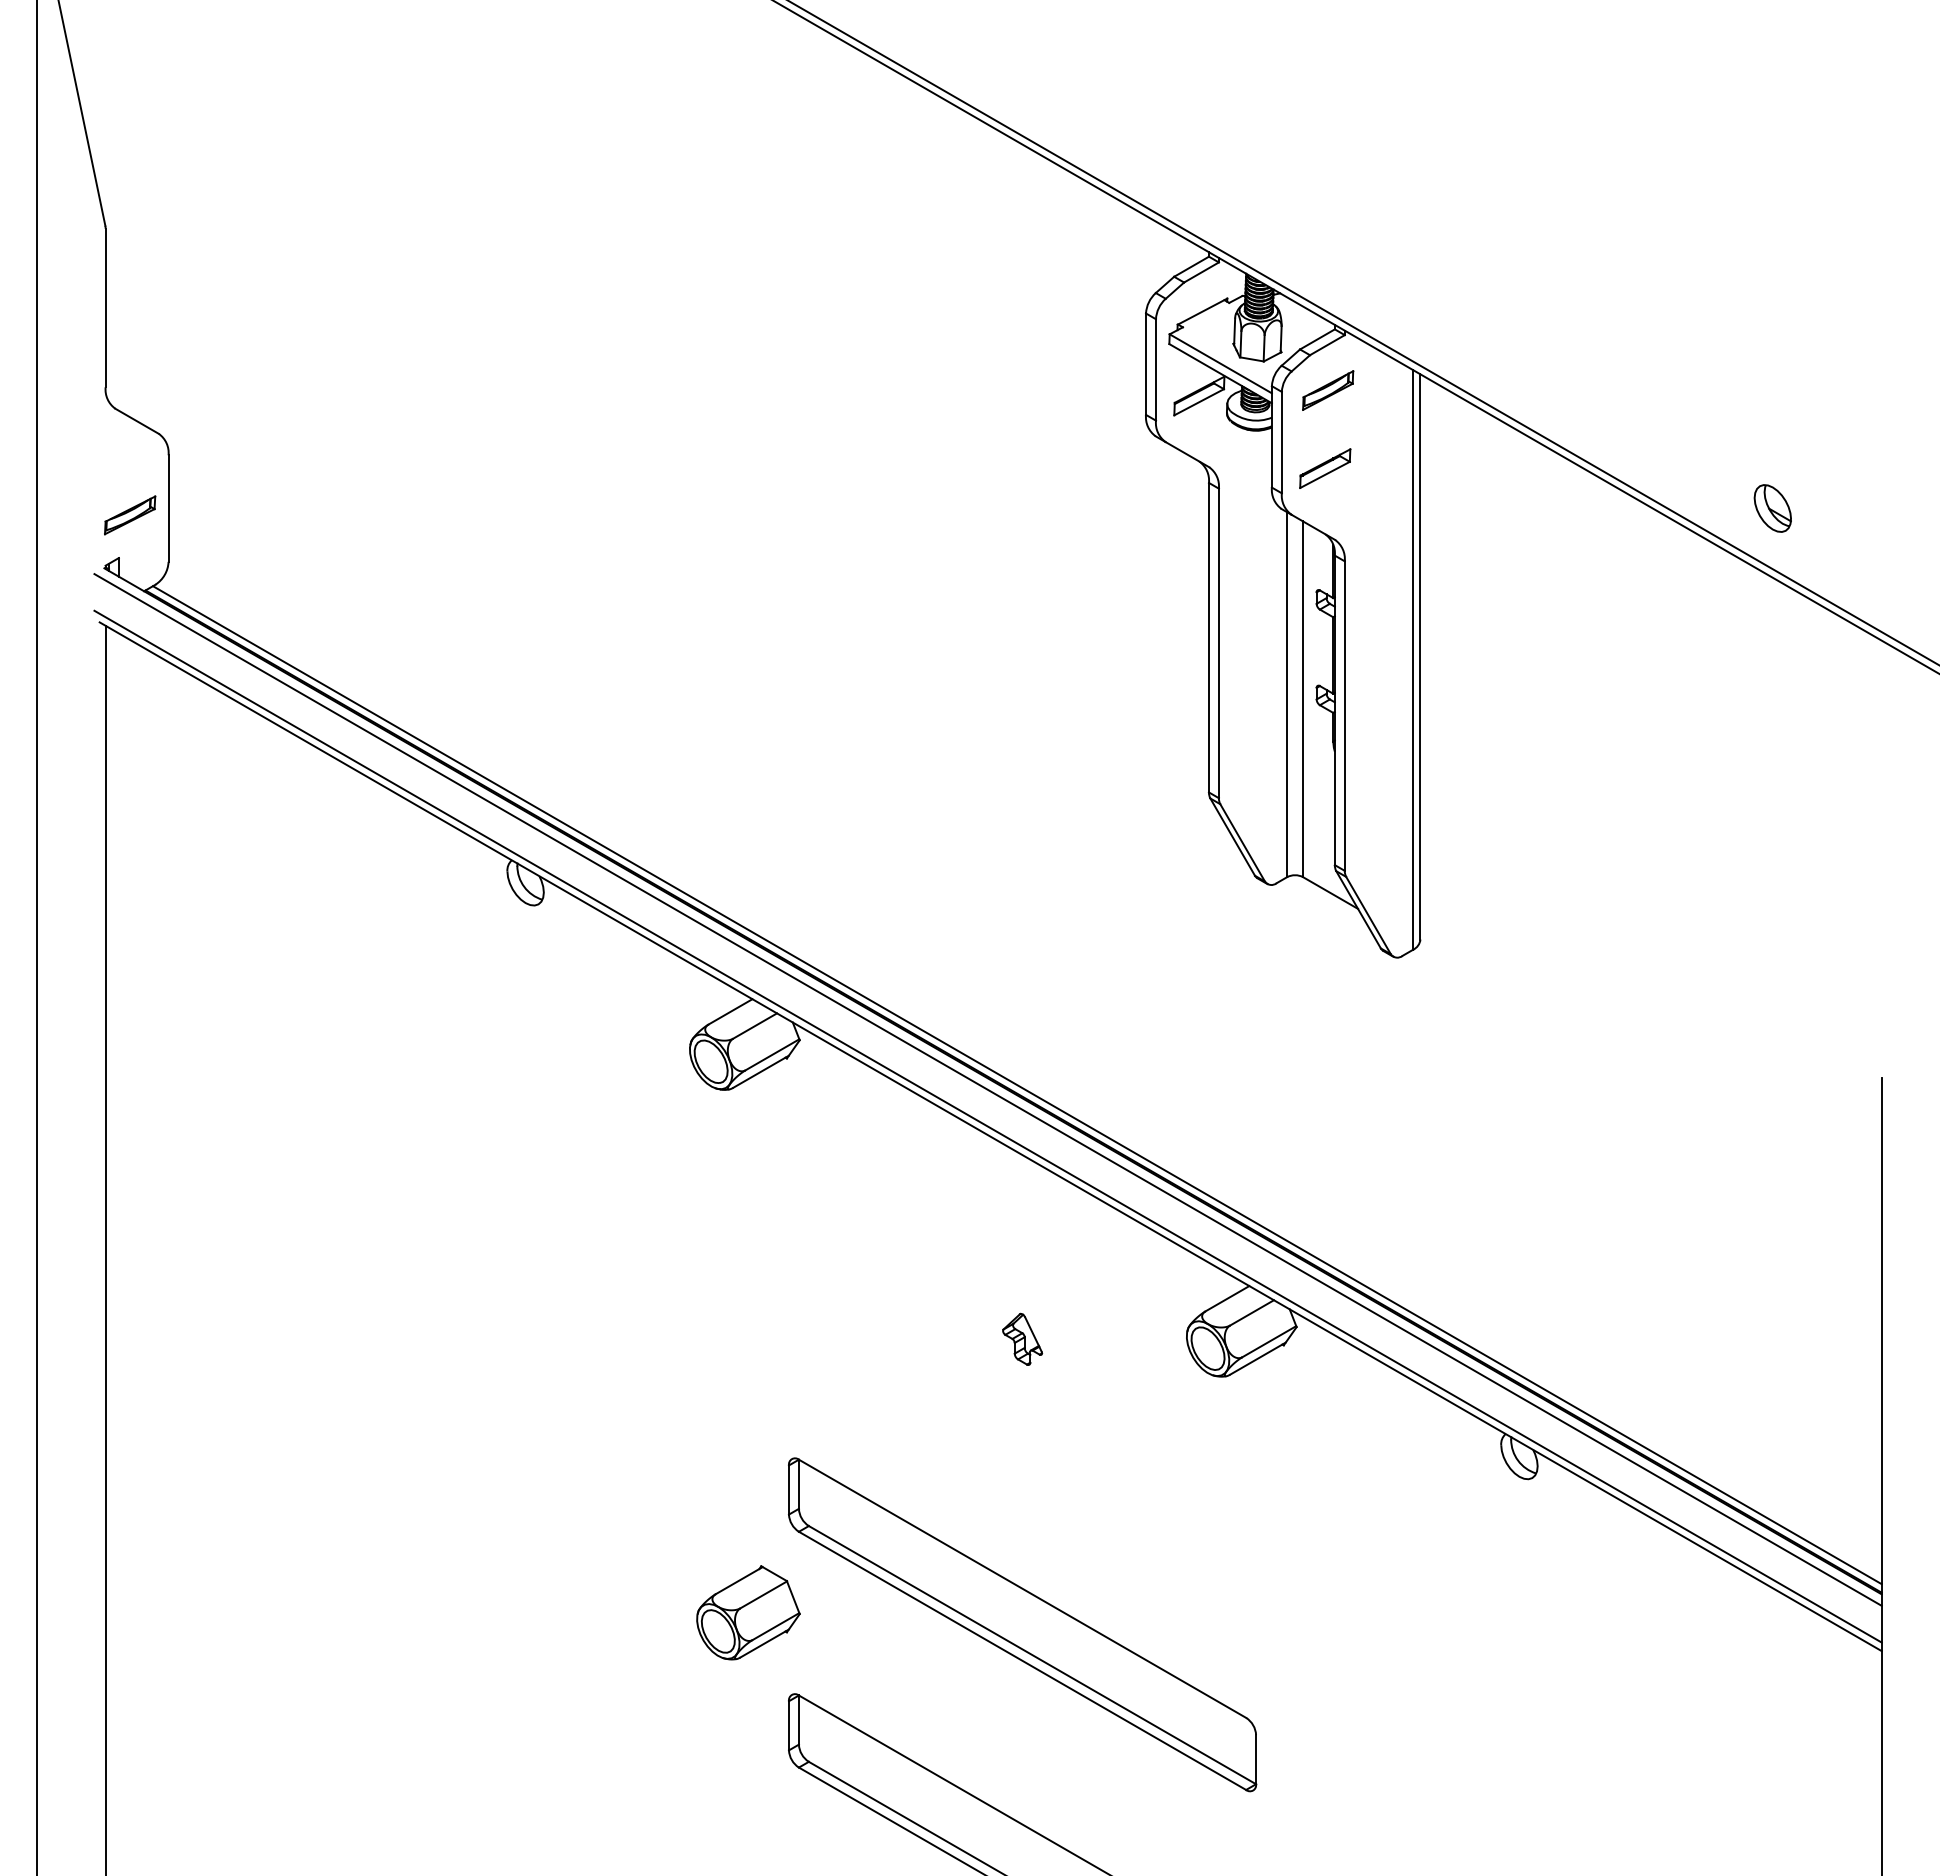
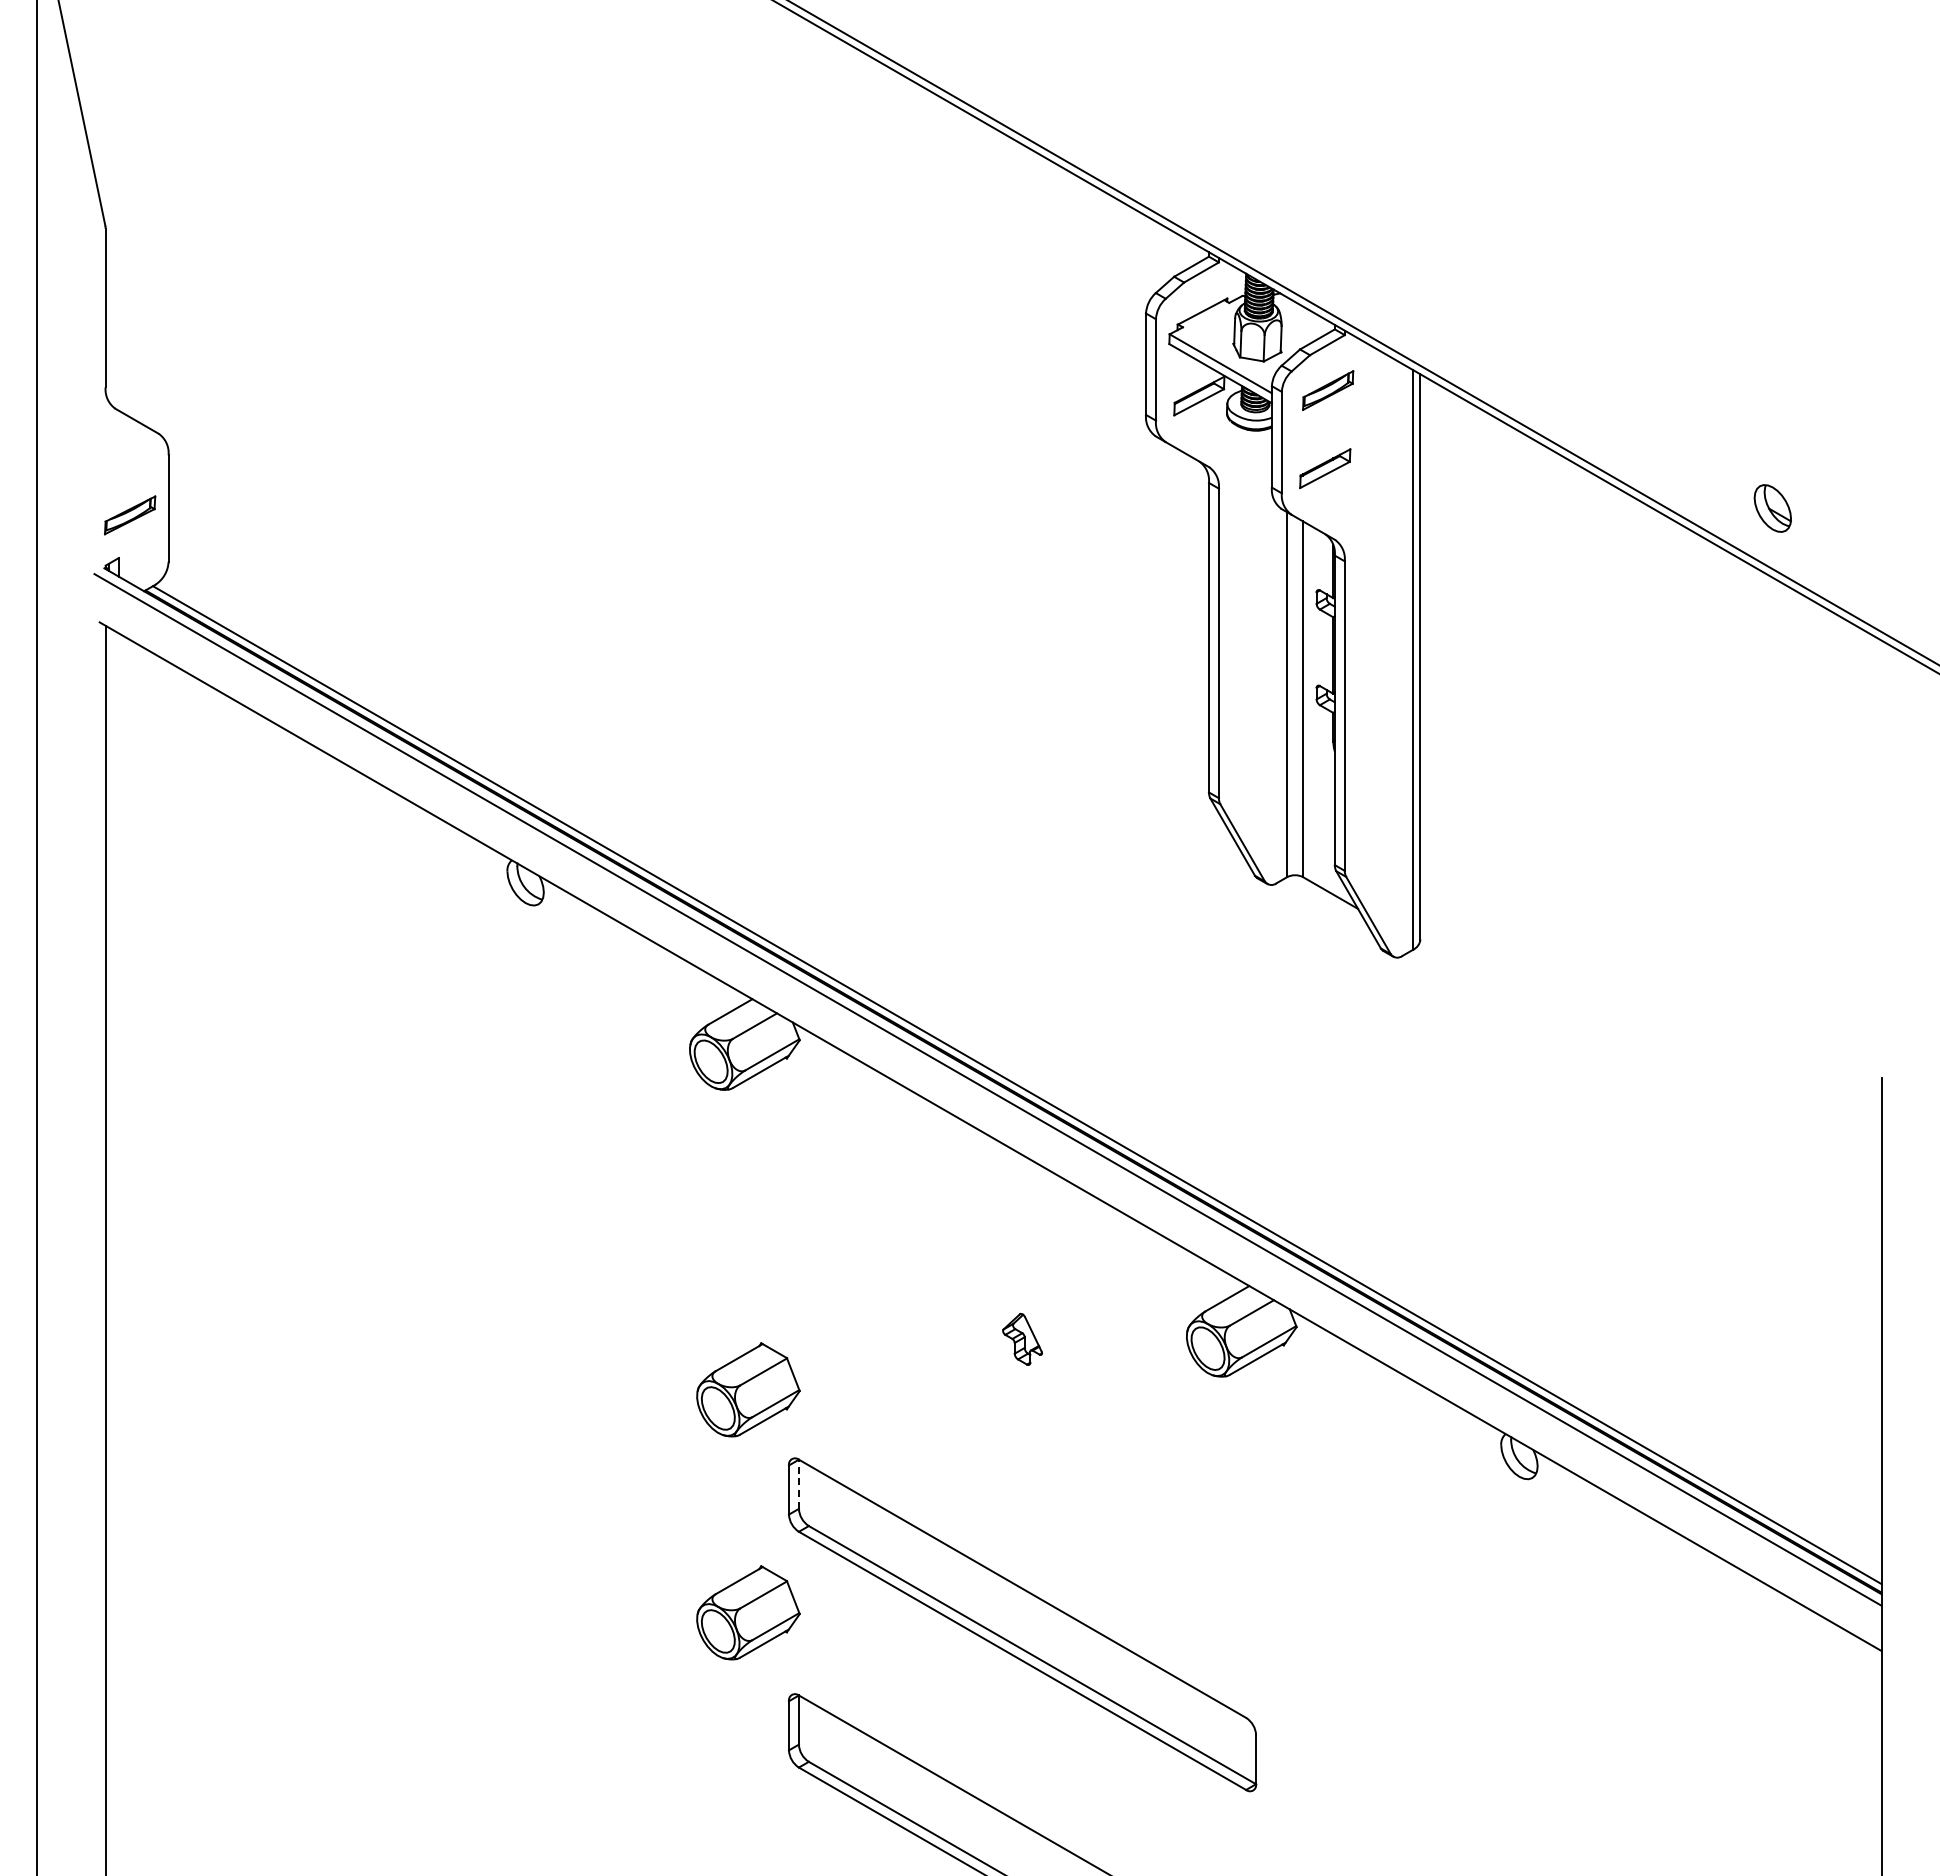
line at (987, 1126): present -> none
part at (748, 1389): none -> present
line at (798, 1484): solid -> dashed
